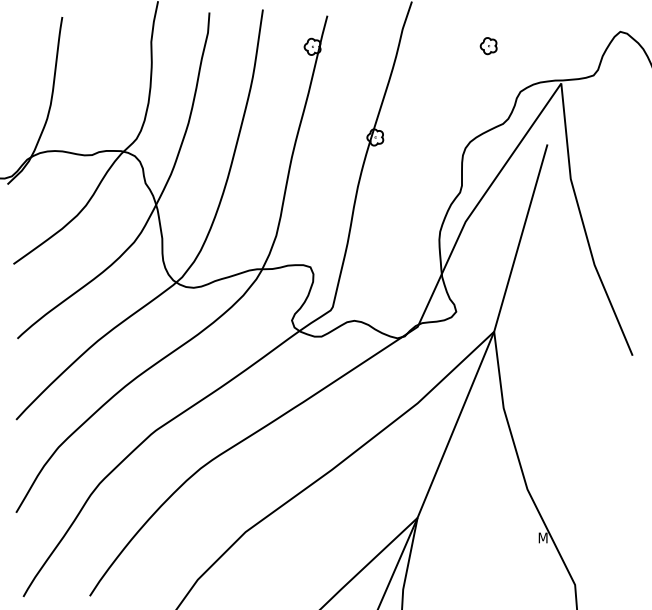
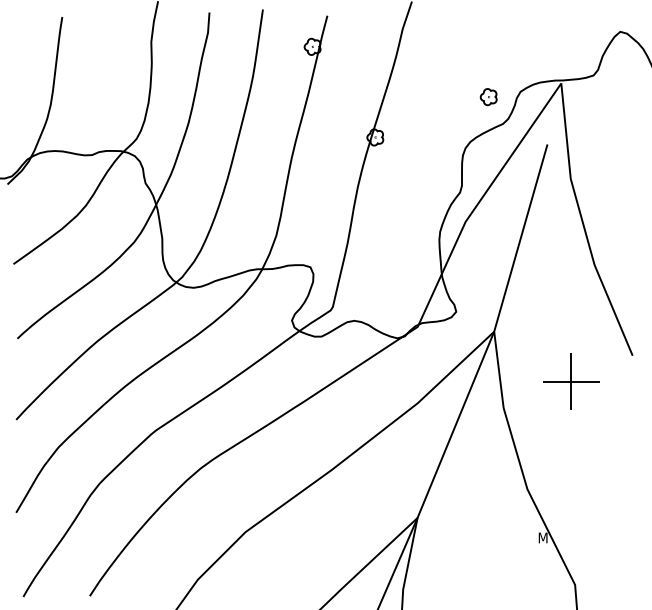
part at (488, 46) position: (488, 46) -> (488, 97)
part at (571, 381): none -> present
